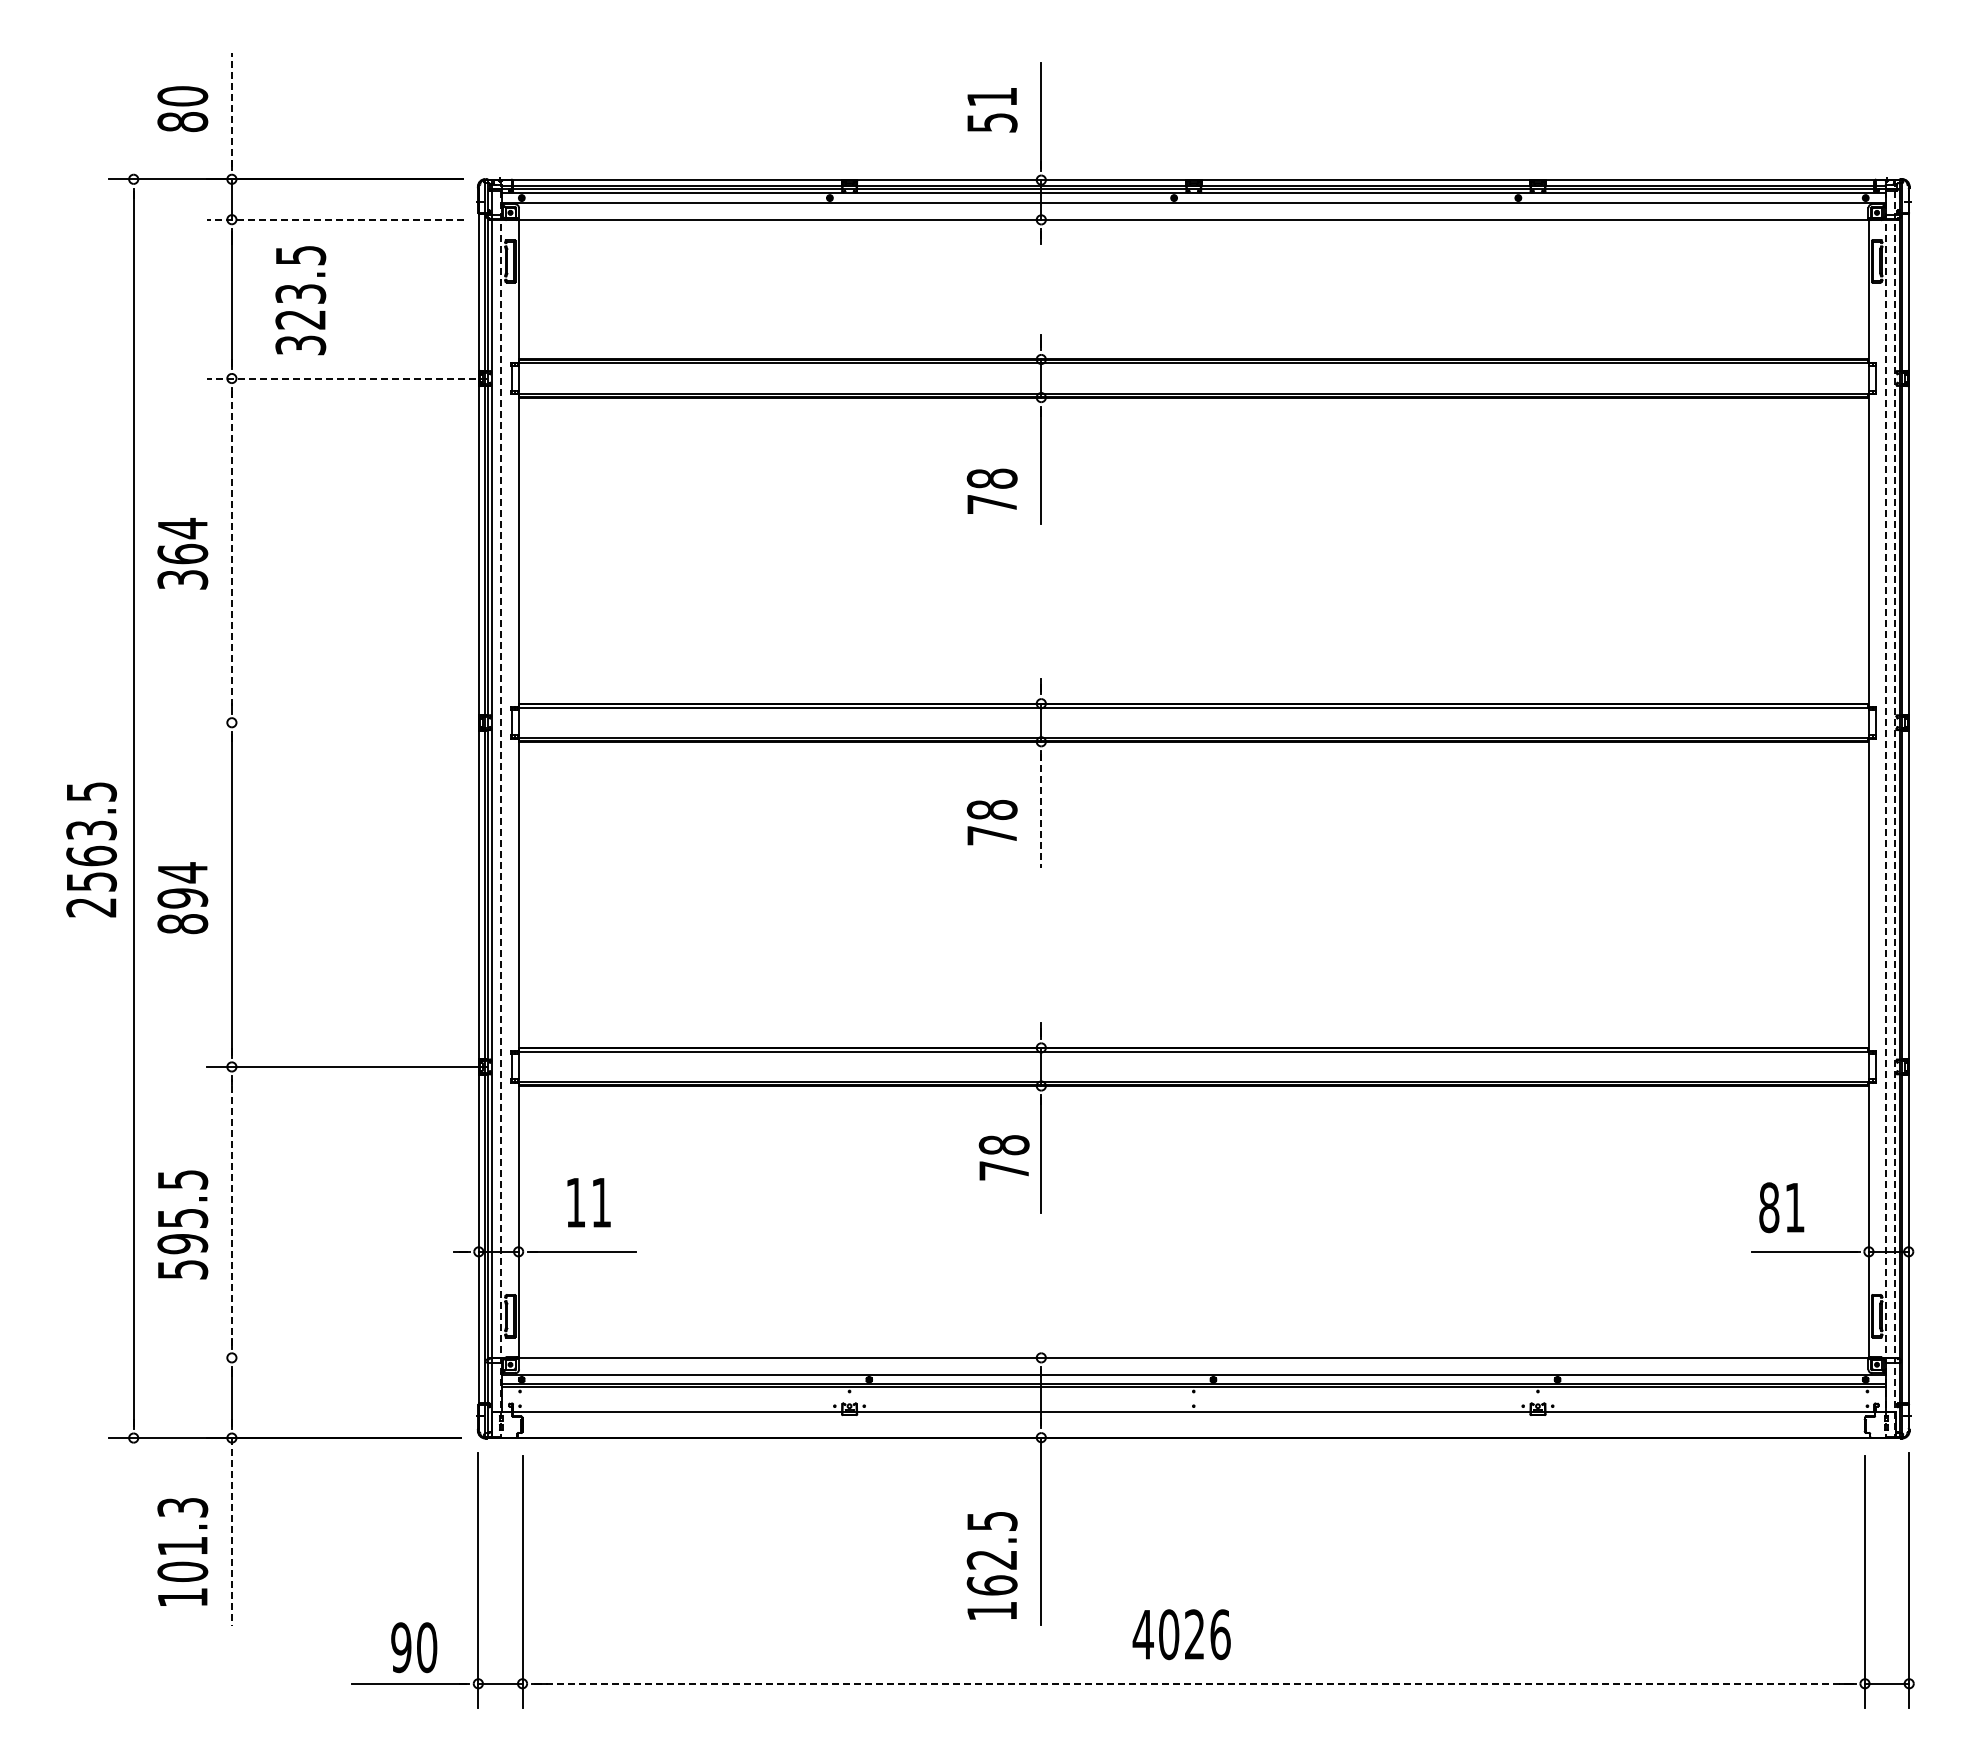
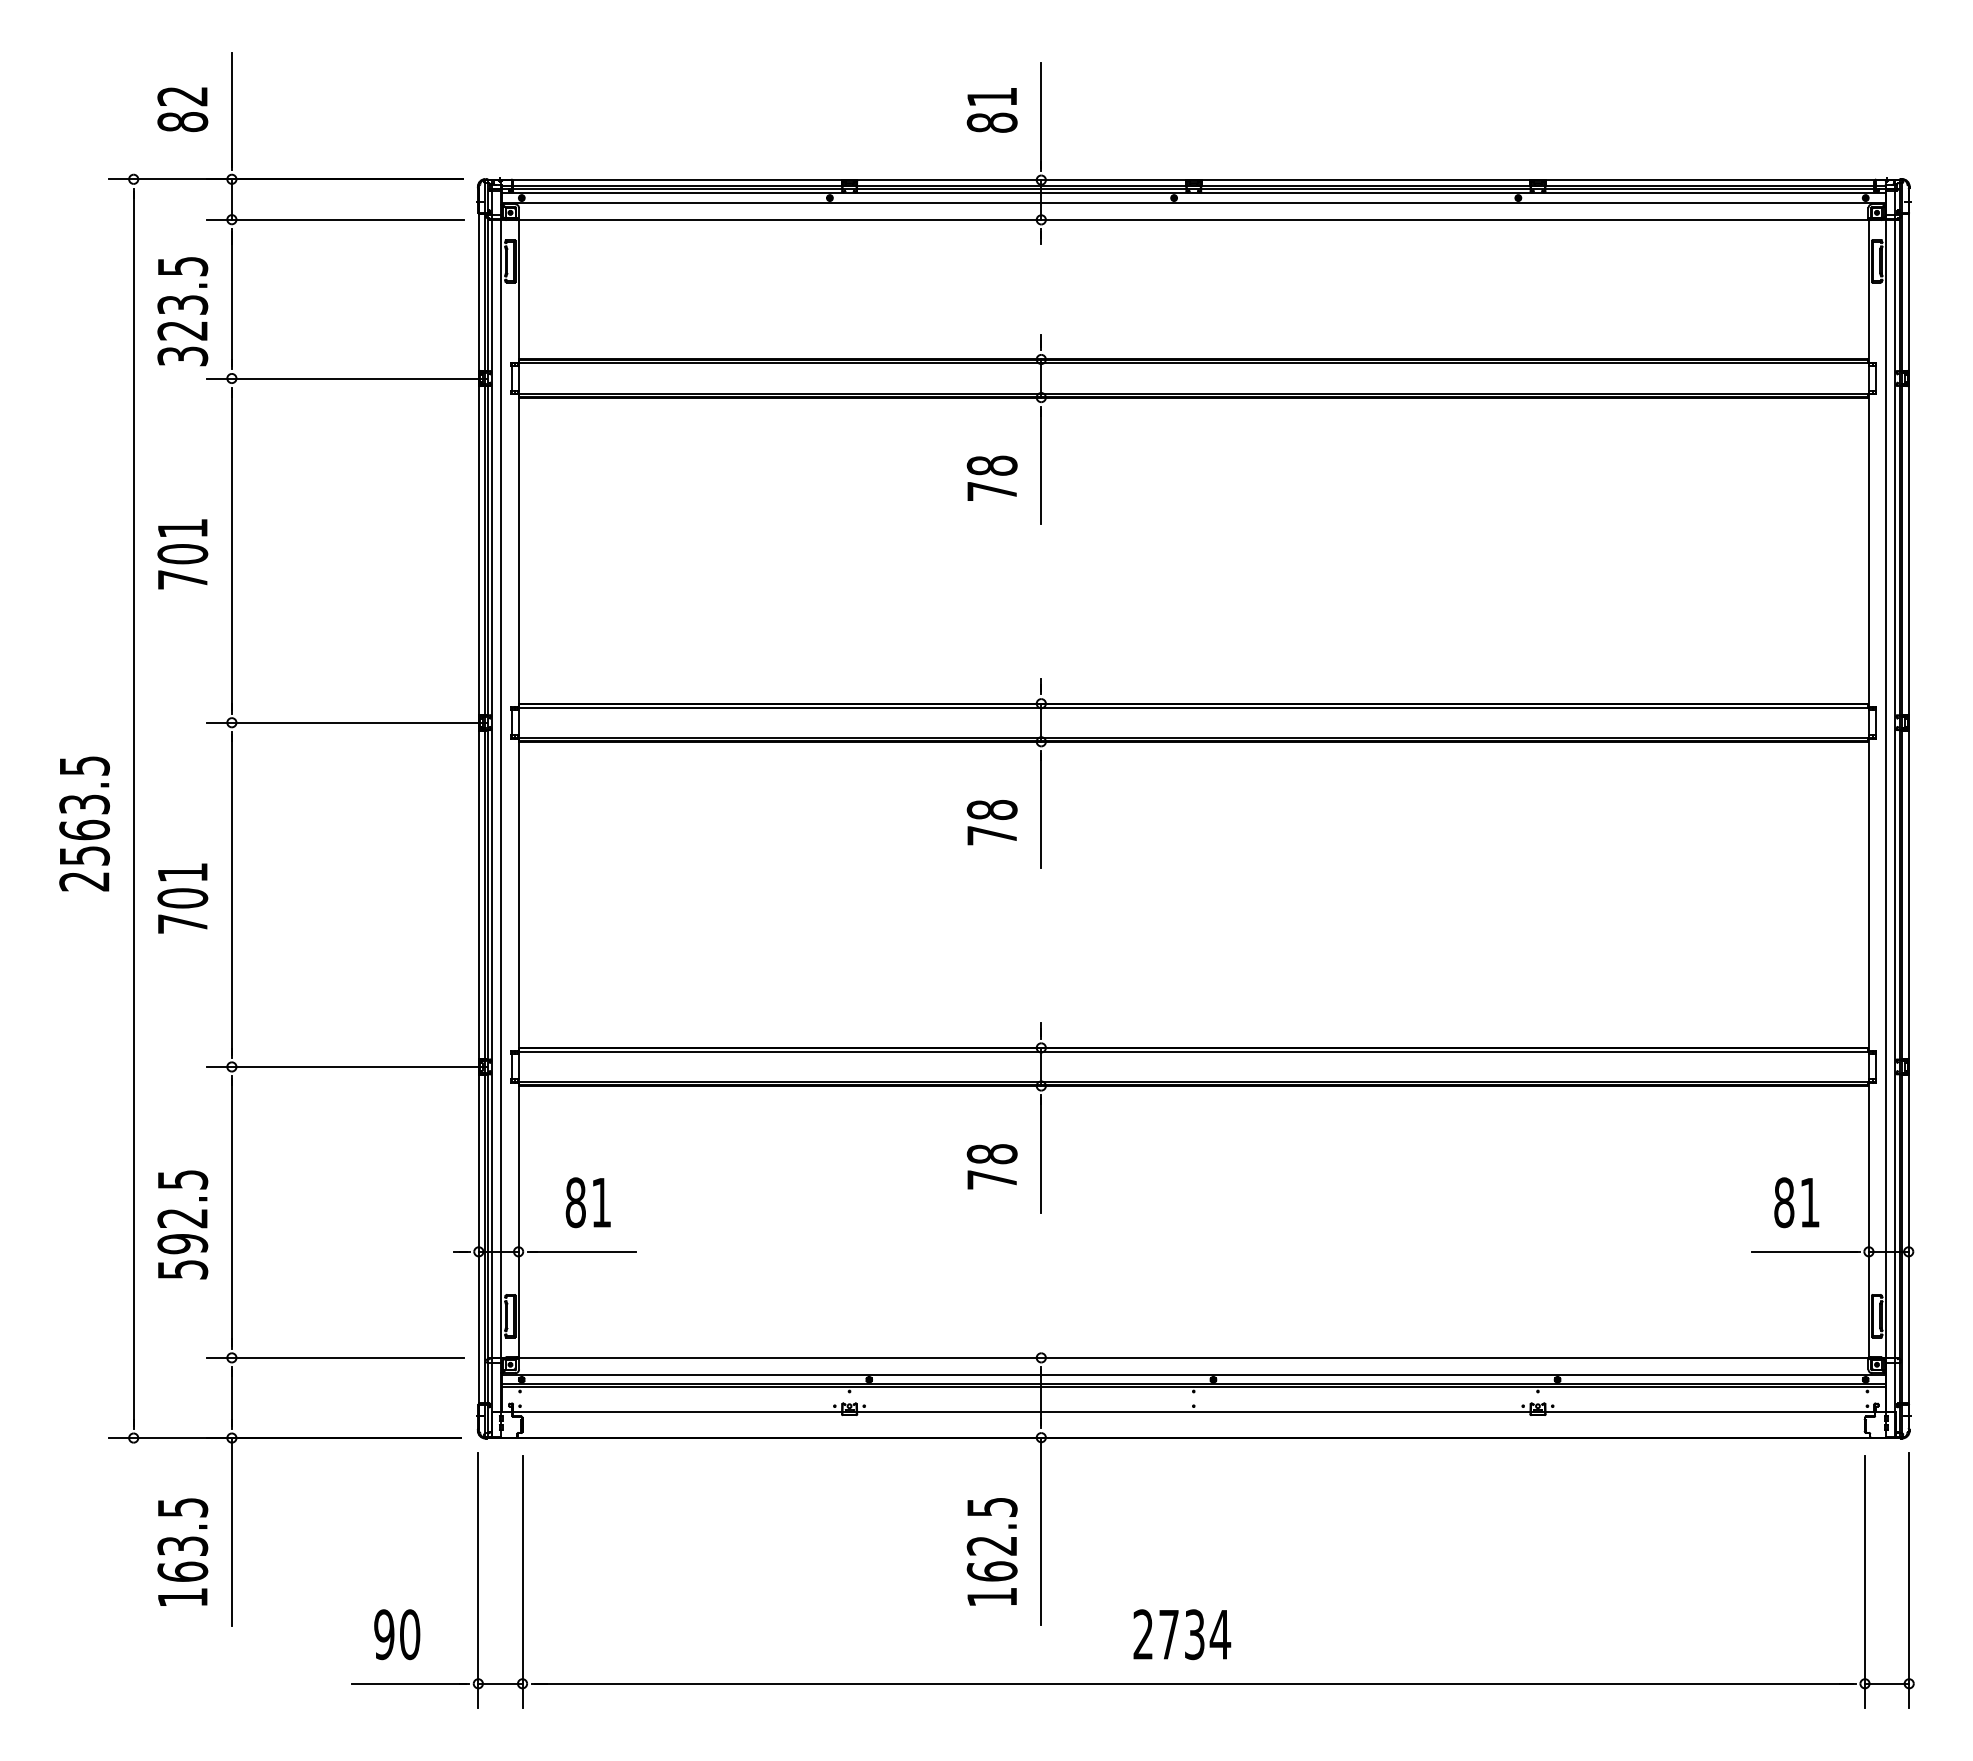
text at (182, 96): 80 -> 82
line at (231, 109): dashed -> solid
text at (991, 122): 51 -> 81
line at (335, 219): dashed -> solid
text at (300, 300) position: (300, 300) -> (182, 311)
line at (347, 378): dashed -> solid
text at (991, 490) position: (991, 490) -> (991, 477)
line at (231, 550): dashed -> solid
text at (182, 553): 364 -> 701
line at (347, 722): none -> present
line at (501, 809): dashed -> solid
line at (1886, 809): dashed -> solid
line at (1895, 809): dashed -> solid
line at (1041, 811): dashed -> solid
text at (91, 849) position: (91, 849) -> (84, 823)
text at (182, 898): 894 -> 701
text at (1003, 1157) position: (1003, 1157) -> (991, 1166)
text at (575, 1202): 11 -> 81
text at (1781, 1207) position: (1781, 1207) -> (1796, 1202)
line at (231, 1211): dashed -> solid
text at (182, 1218): 595.5 -> 592.5
line at (335, 1357): none -> present
line at (231, 1531): dashed -> solid
text at (182, 1539): 101.3 -> 163.5
text at (991, 1565) position: (991, 1565) -> (991, 1551)
text at (1181, 1634): 4026 -> 2734
text at (414, 1647) position: (414, 1647) -> (397, 1634)
line at (1193, 1683): dashed -> solid
